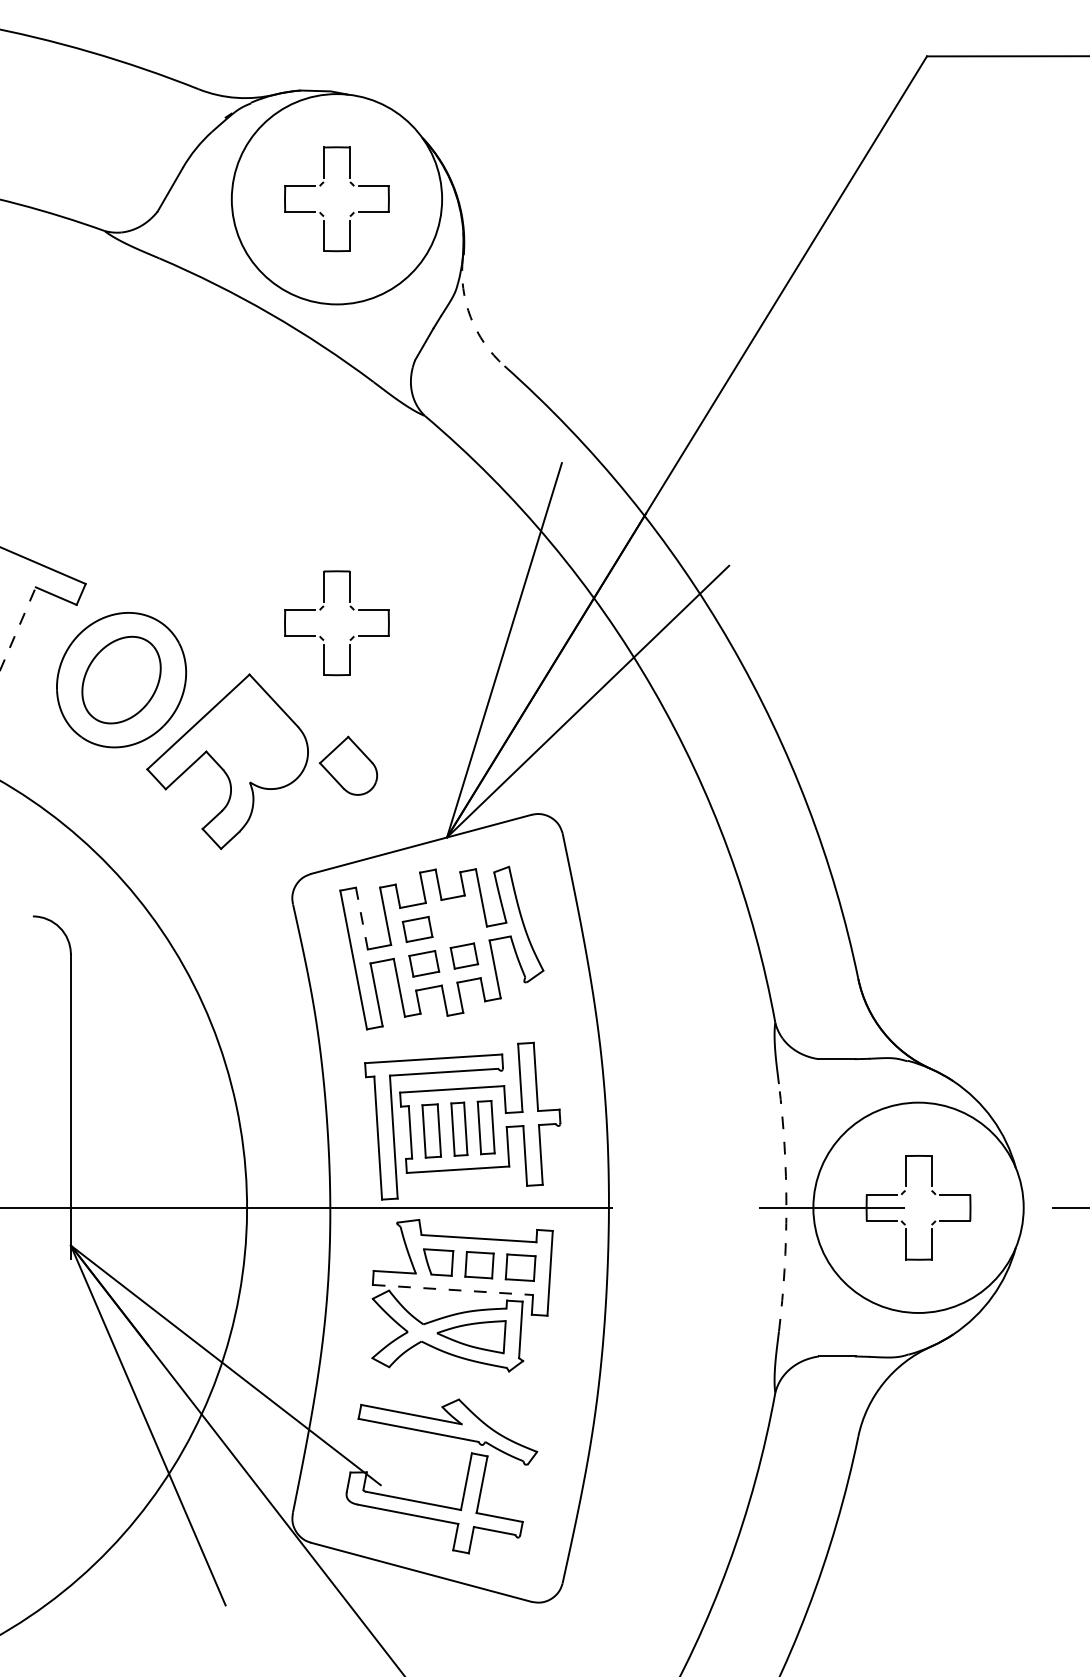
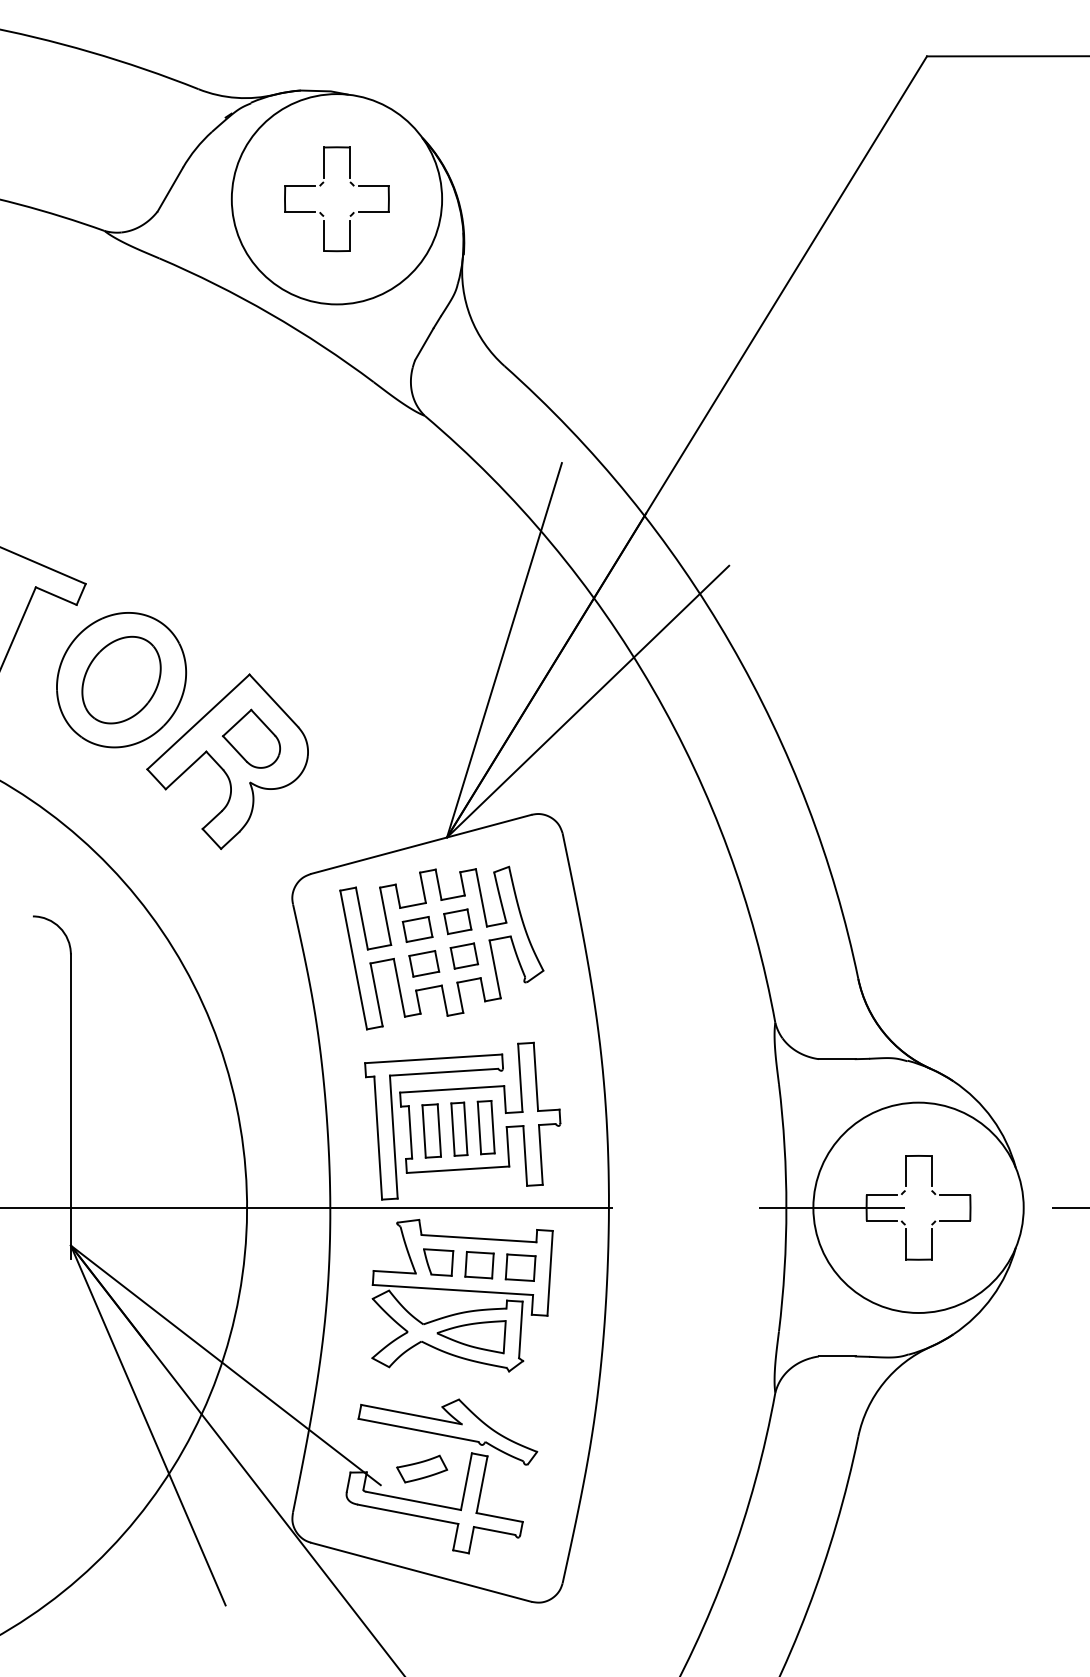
arc at (470, 317): dashed -> solid
line at (18, 628): dashed -> solid
part at (322, 637): present -> none
part at (347, 765) position: (347, 765) -> (250, 738)
line at (361, 918): dashed -> solid
part at (457, 921): none -> present
arc at (786, 1207): dashed -> solid
line at (453, 1290): dashed -> solid
part at (422, 1468): none -> present
